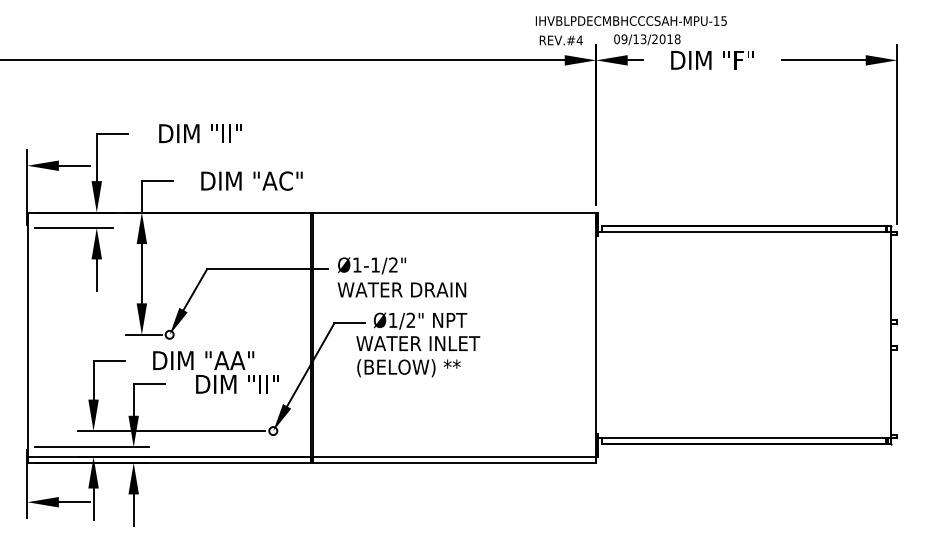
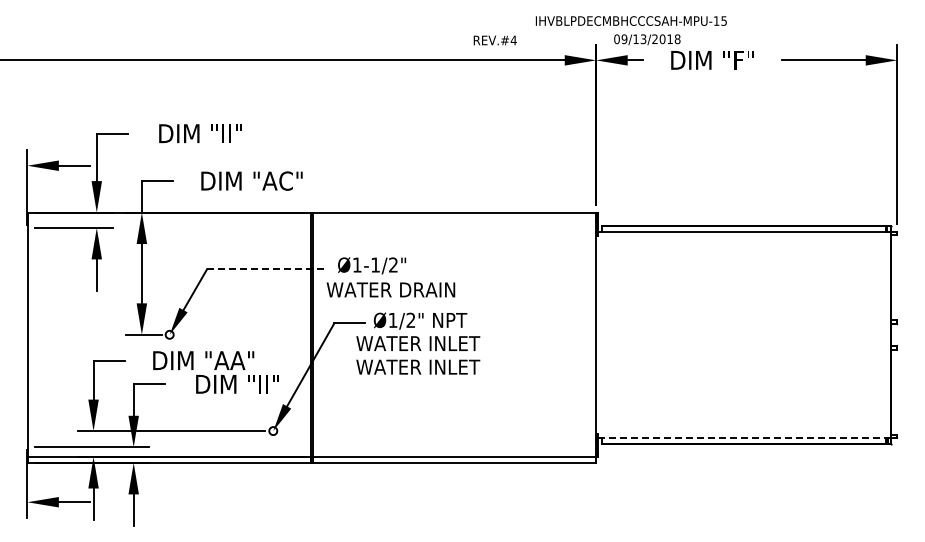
text at (560, 40) position: (560, 40) -> (494, 40)
line at (268, 269): solid -> dashed
text at (401, 289) position: (401, 289) -> (390, 289)
text at (418, 368): (BELOW) ** -> WATER INLET
line at (742, 438): solid -> dashed
